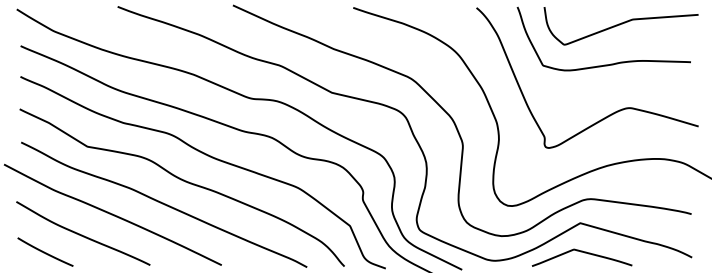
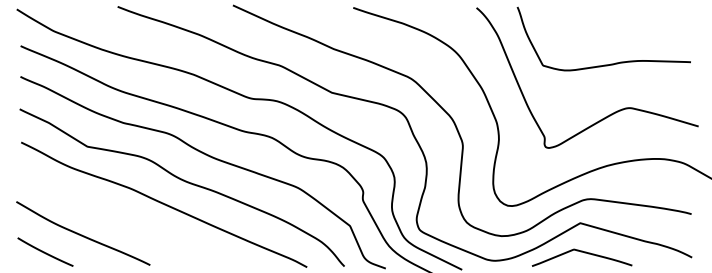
curve at (620, 25): present -> none
curve at (112, 214): present -> none
